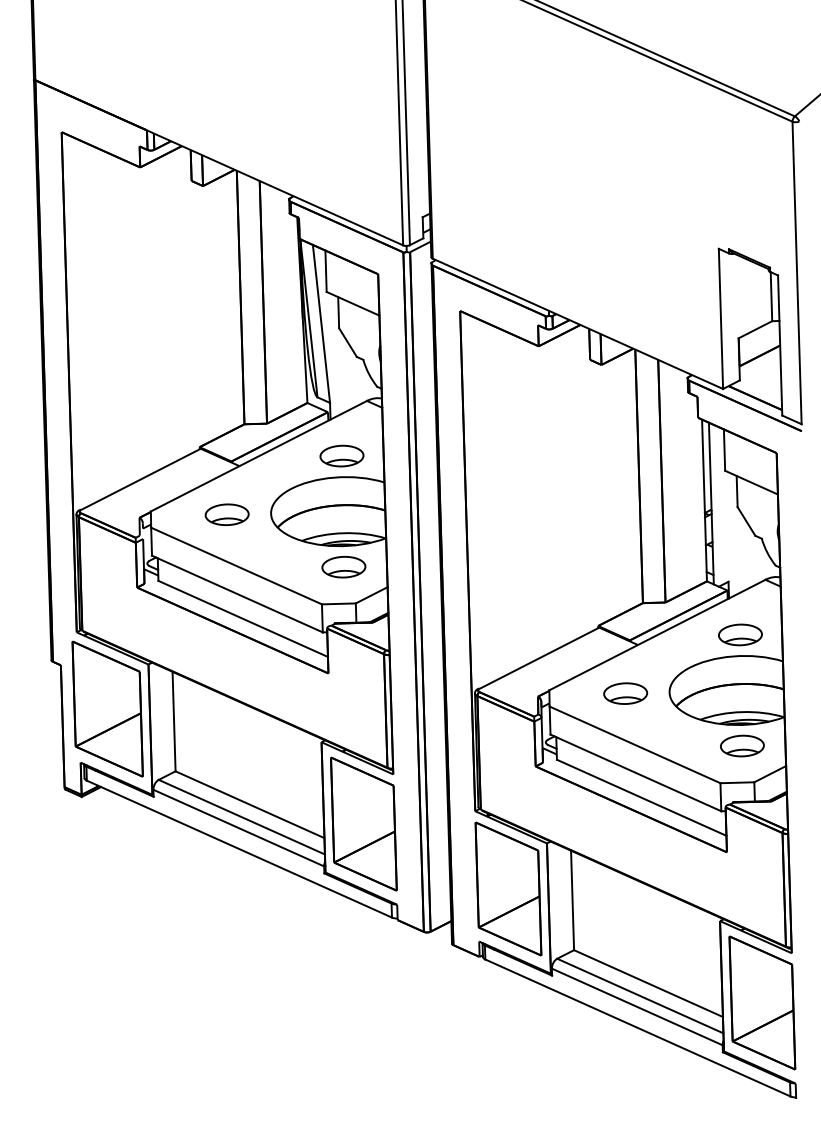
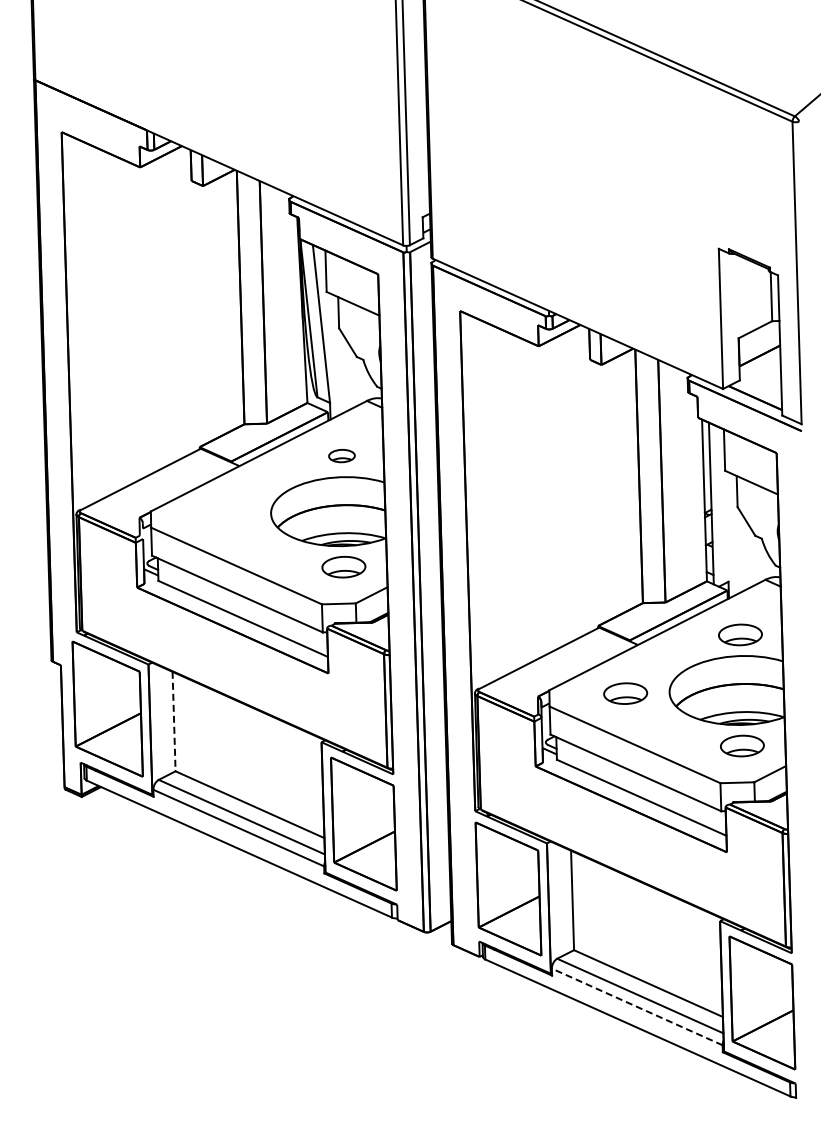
part at (341, 455) size: 46x24 px -> 28x15 px
part at (226, 514): present -> none
line at (174, 721): solid -> dashed
line at (637, 1006): solid -> dashed
